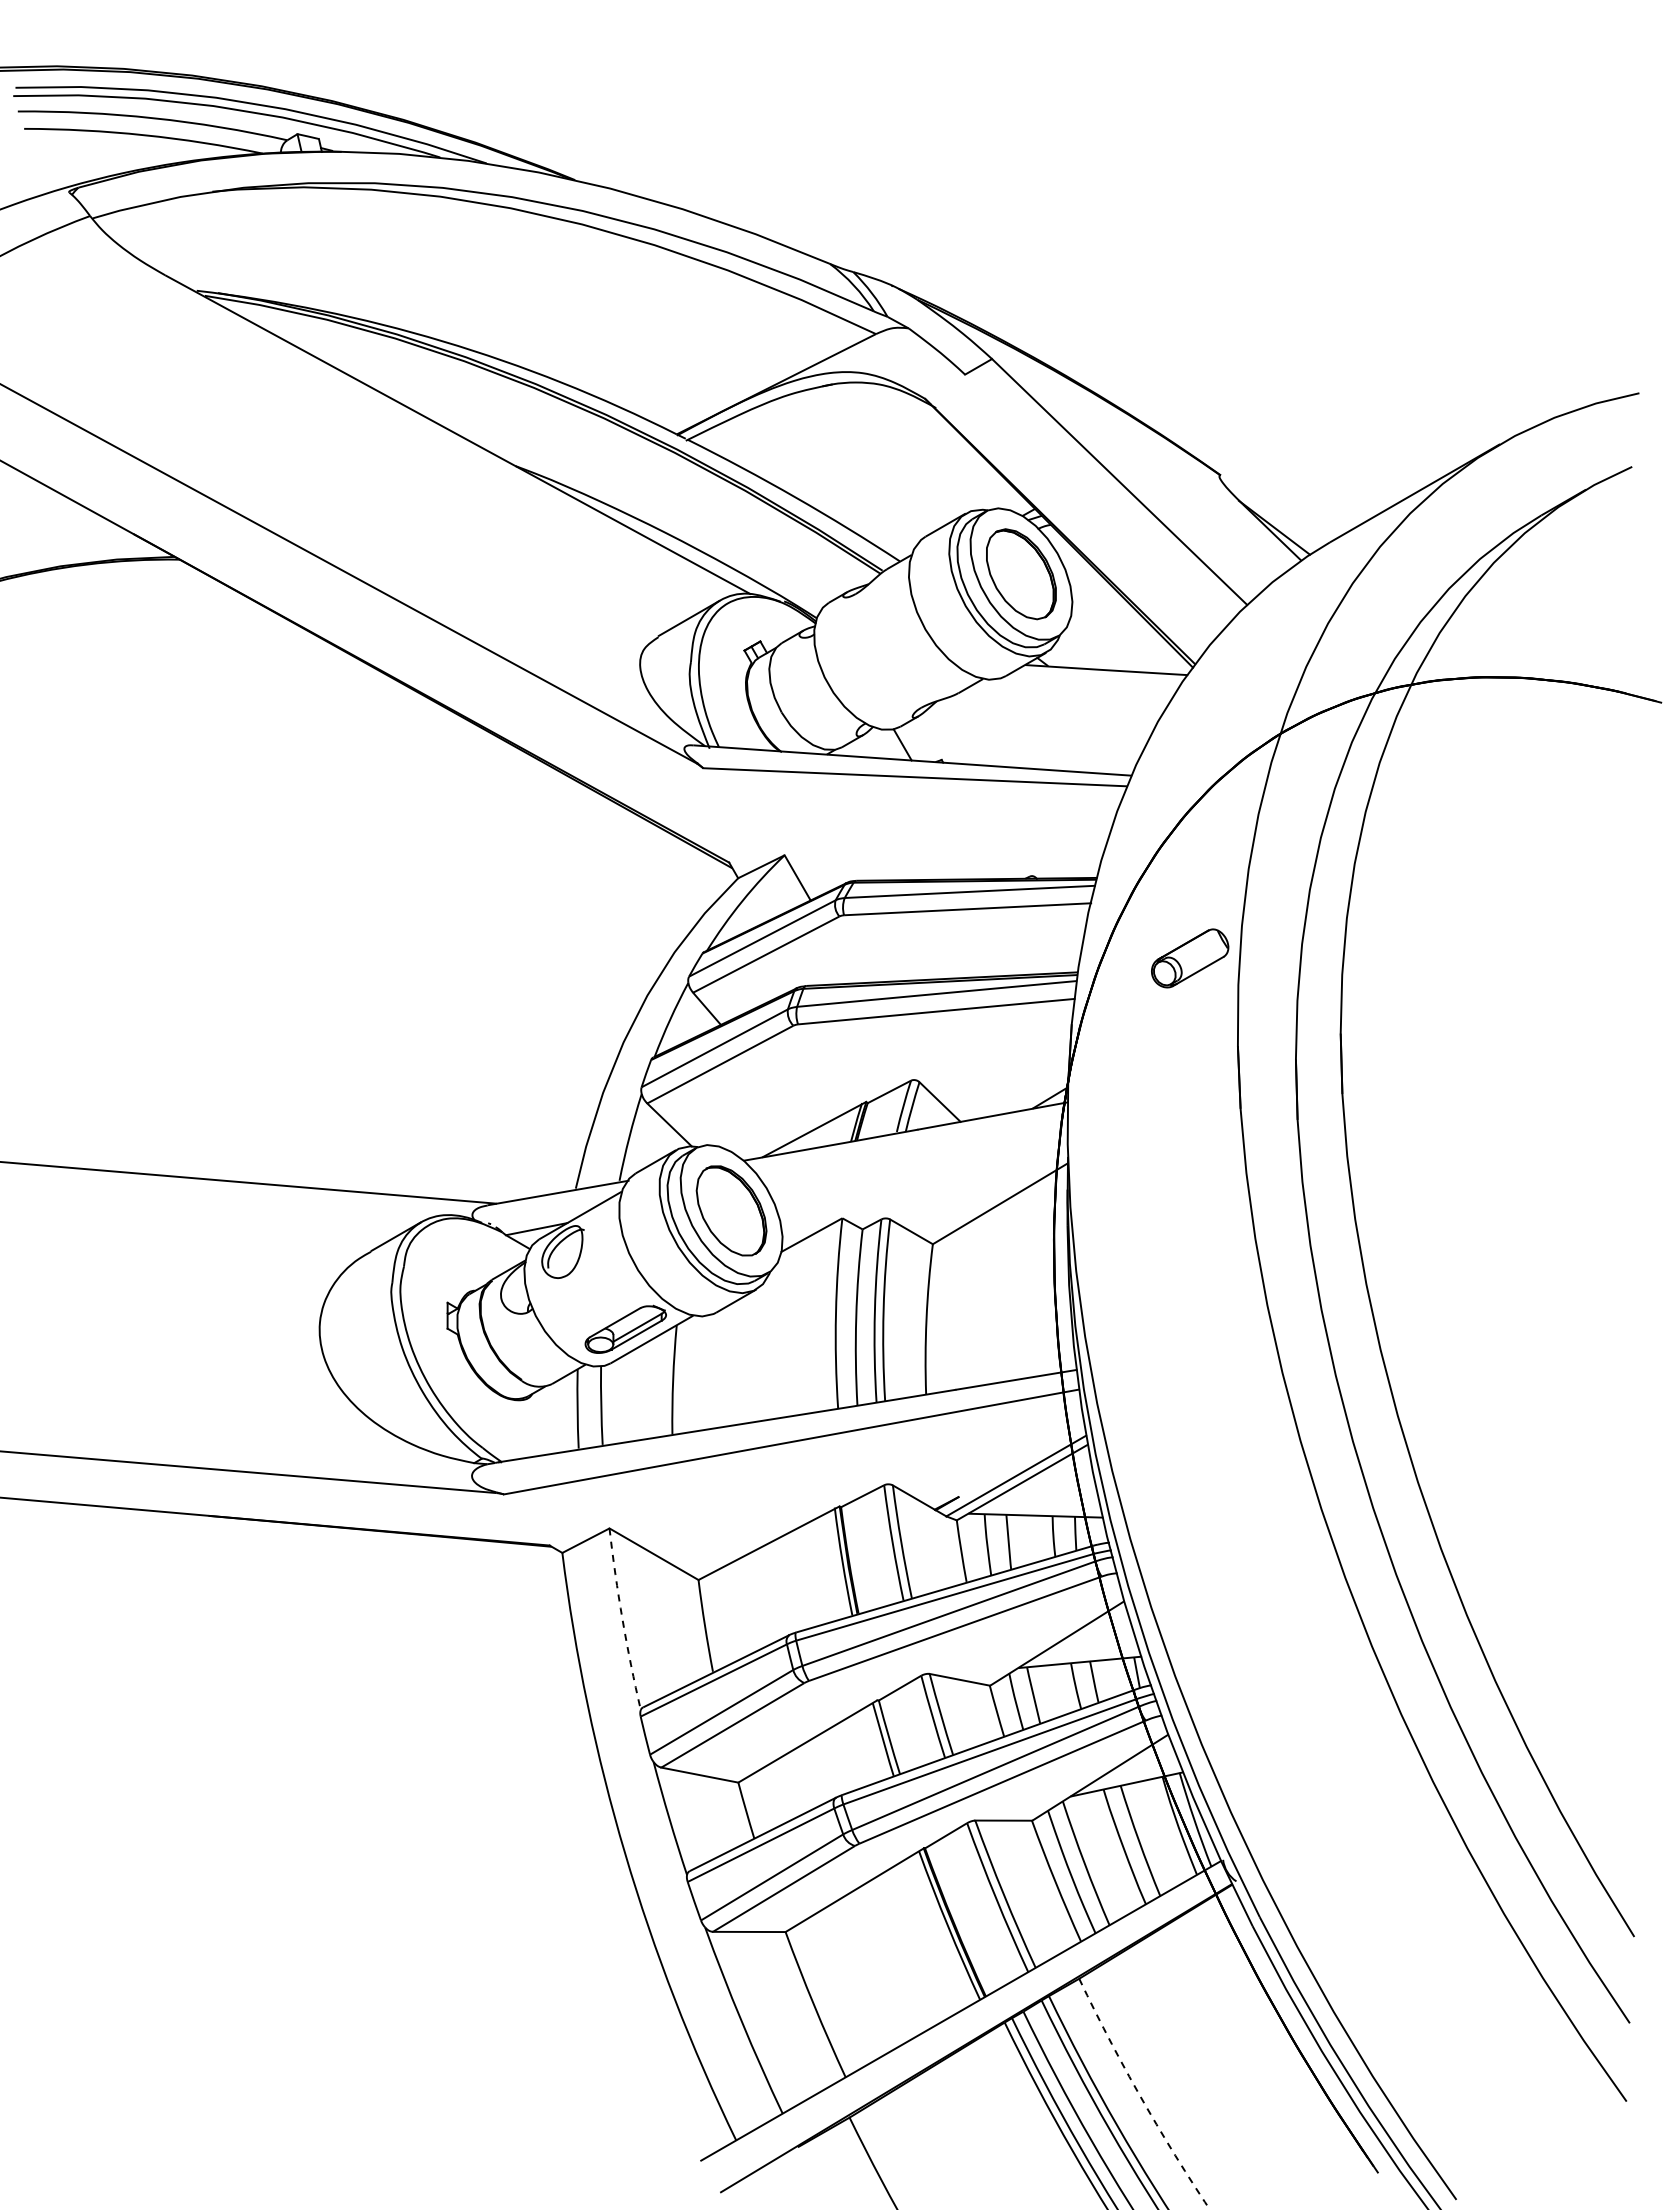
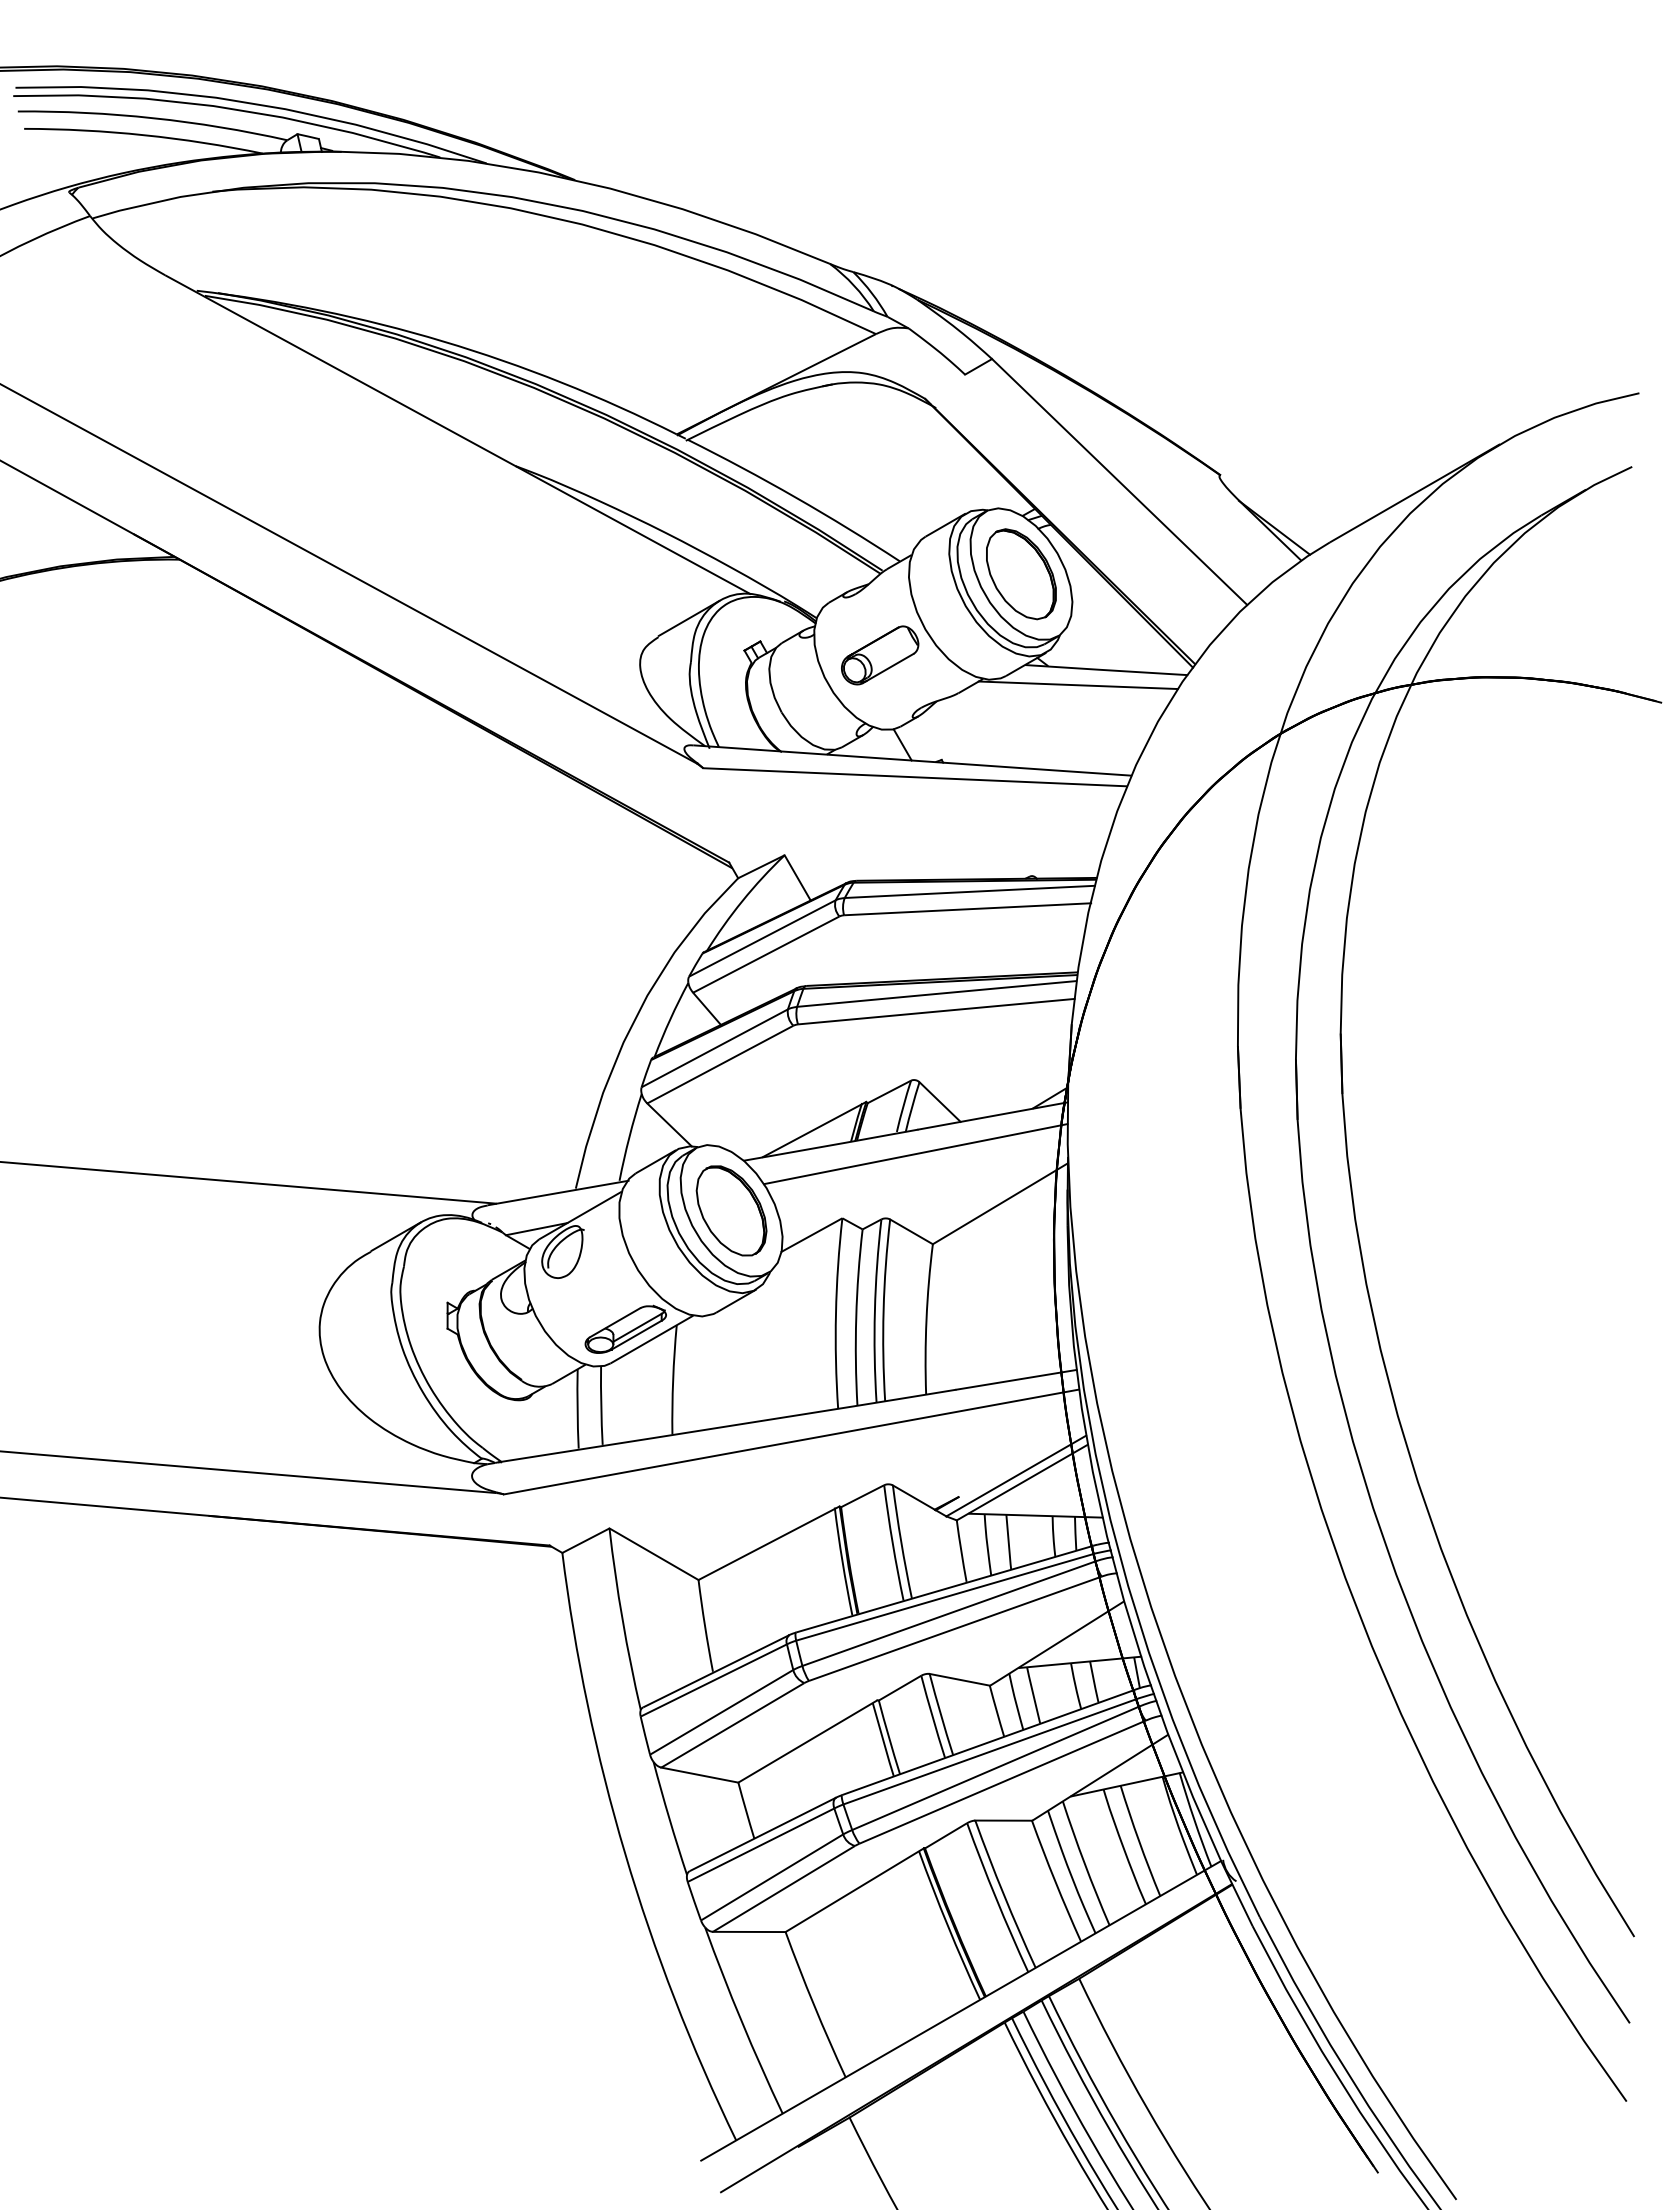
line at (1077, 685): none -> present
part at (1190, 958) position: (1190, 958) -> (880, 655)
line at (915, 1154): none -> present
arc at (622, 1619): dashed -> solid
arc at (1140, 2097): dashed -> solid
